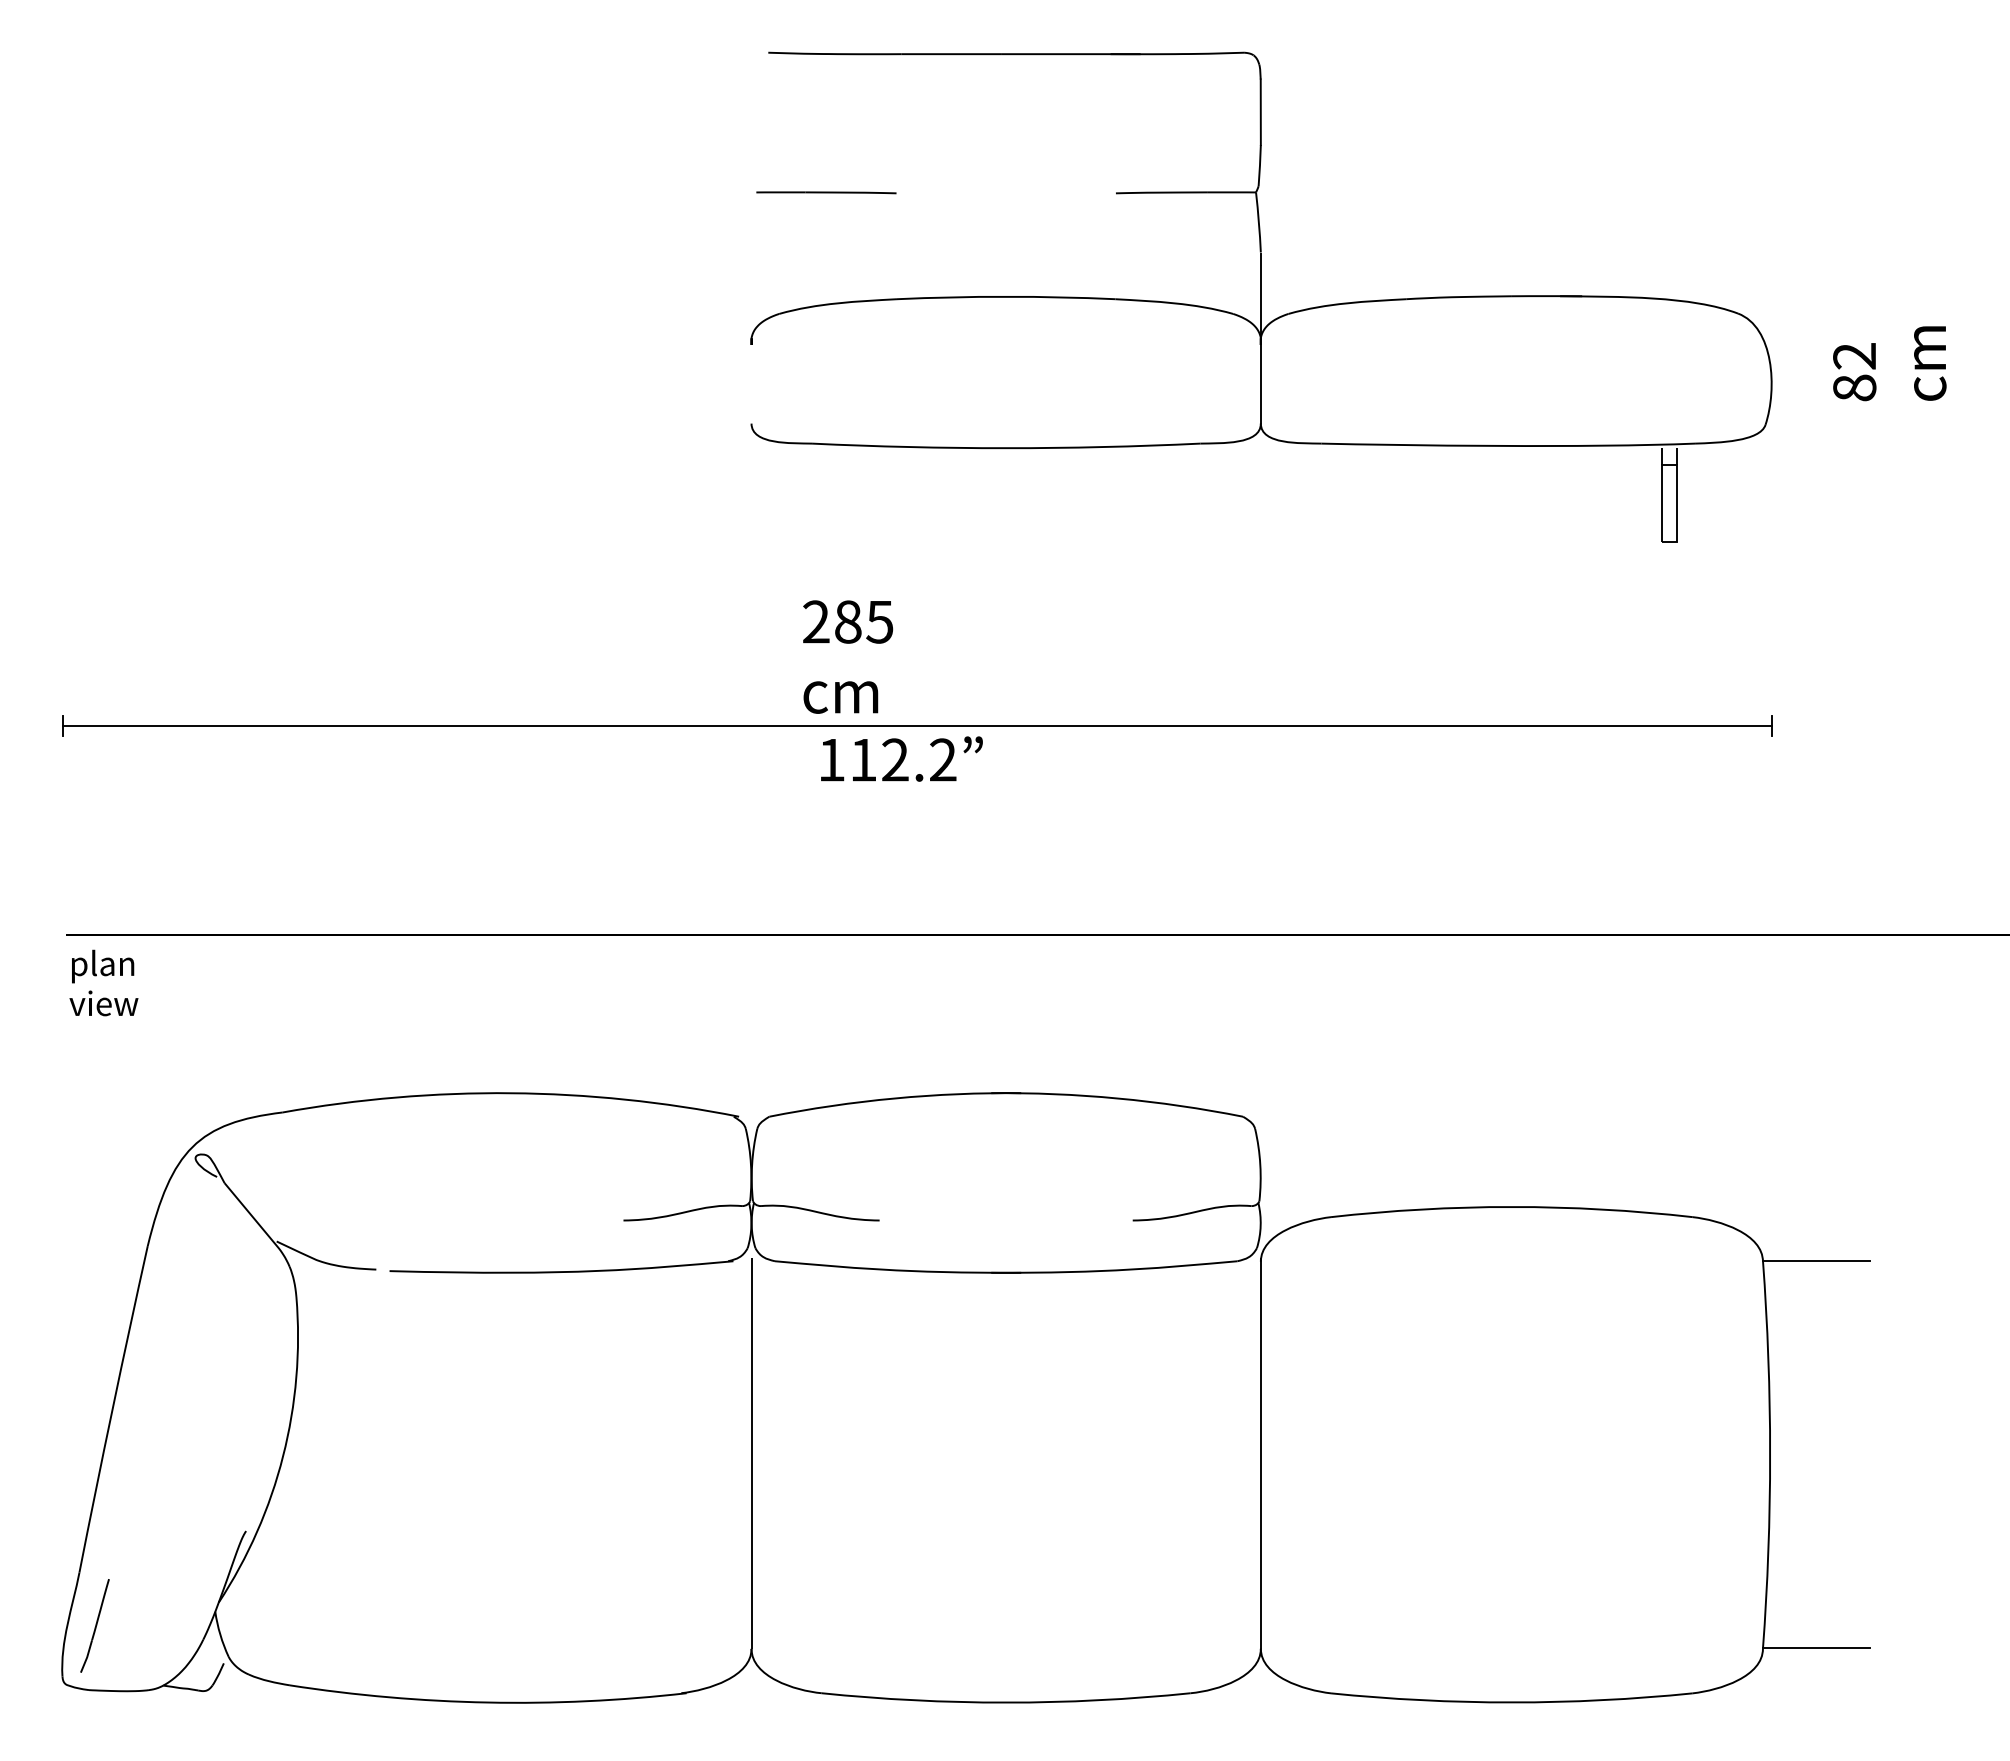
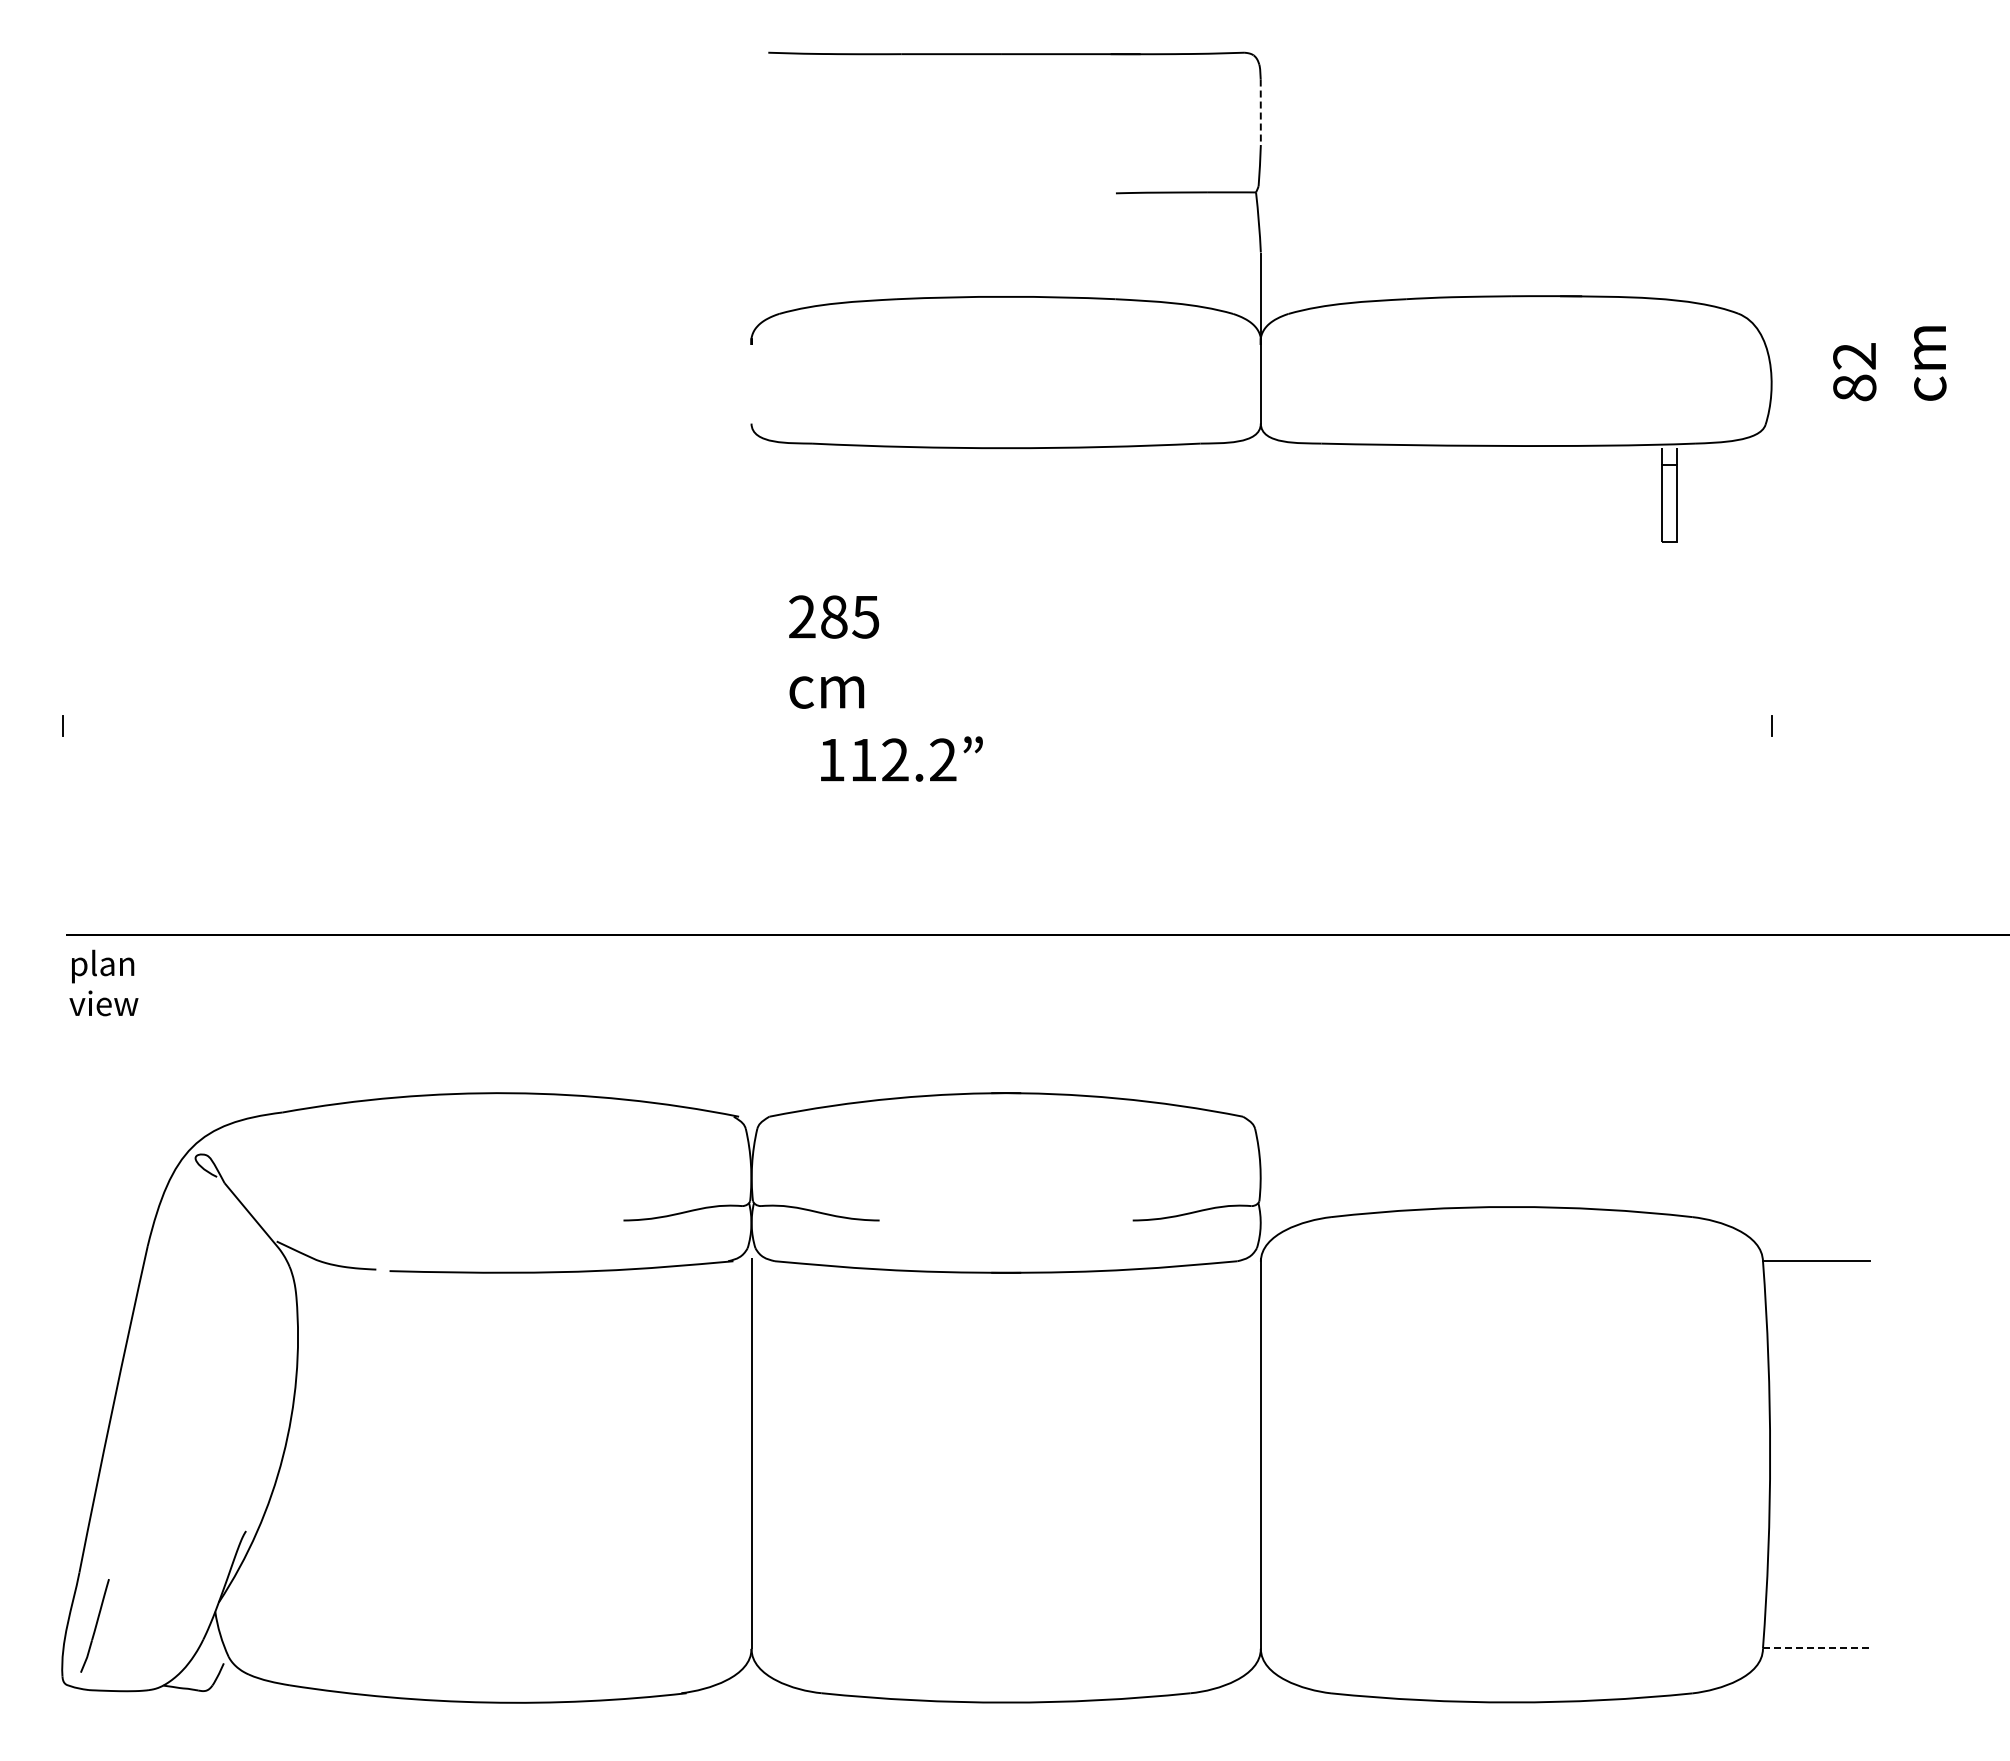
line at (1260, 112): solid -> dashed
line at (826, 192): present -> none
text at (848, 656) position: (848, 656) -> (834, 651)
line at (917, 726): present -> none
line at (1816, 1647): solid -> dashed
